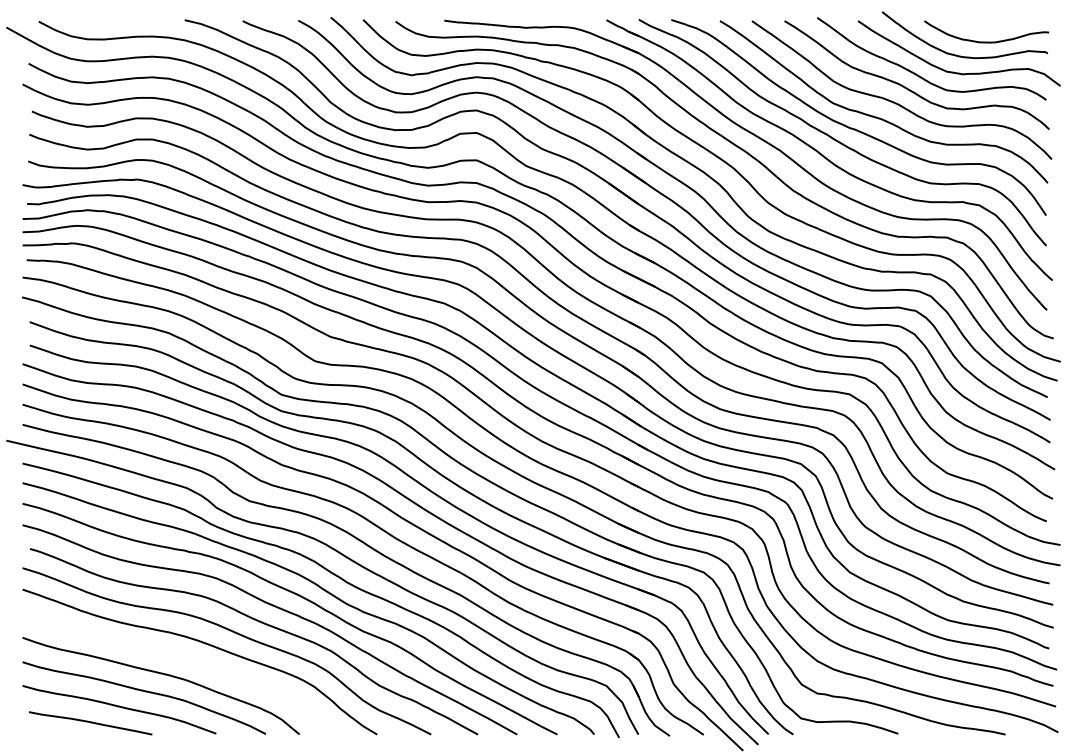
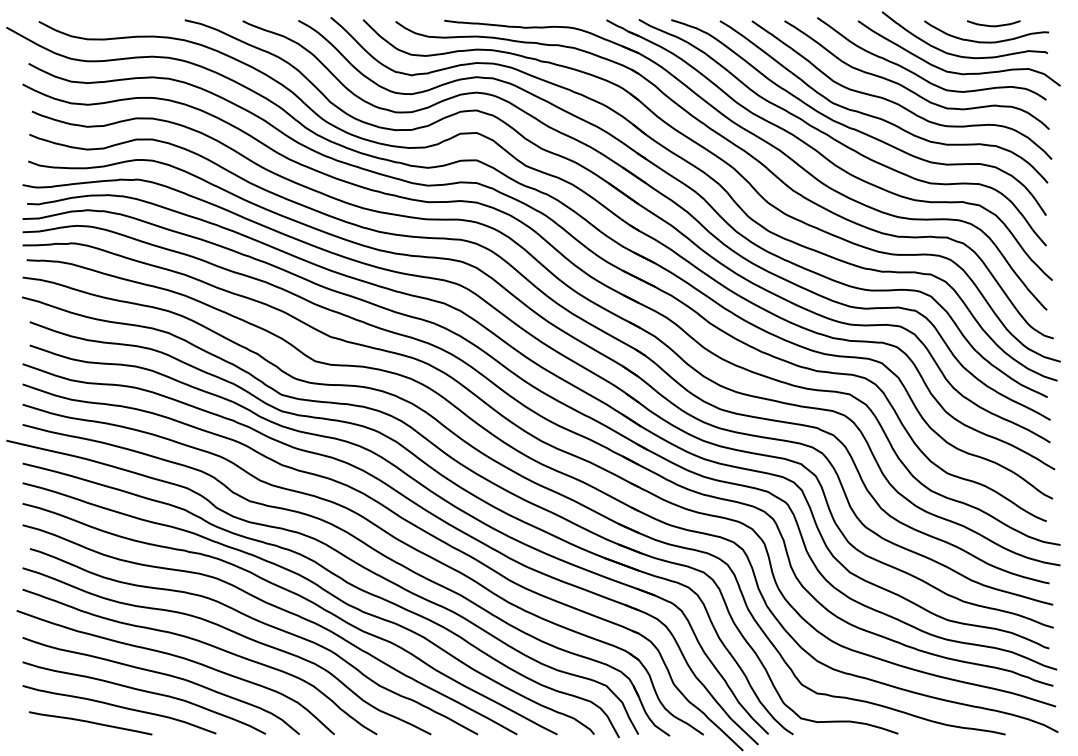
curve at (993, 25): none -> present
curve at (180, 658): none -> present
